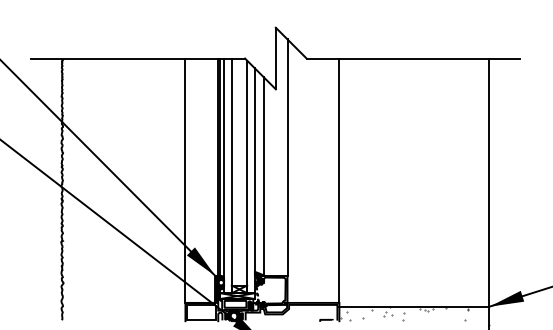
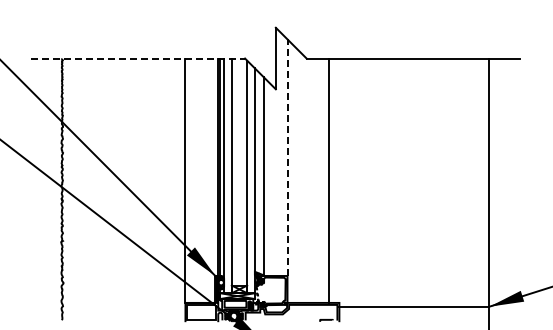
line at (138, 58): solid -> dashed
line at (287, 157): solid -> dashed
line at (339, 180) position: (339, 180) -> (329, 180)
hatch at (414, 315): present -> none
